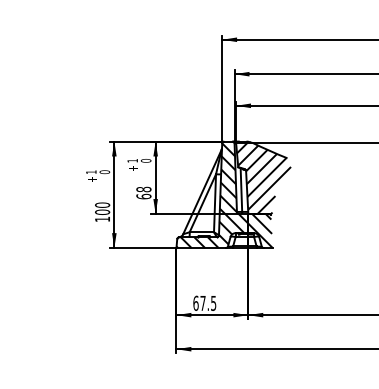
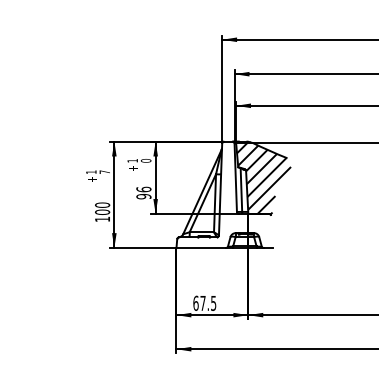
text at (104, 172): 0 -> 7
text at (143, 192): 68 -> 96
hatch at (224, 195): present -> none
